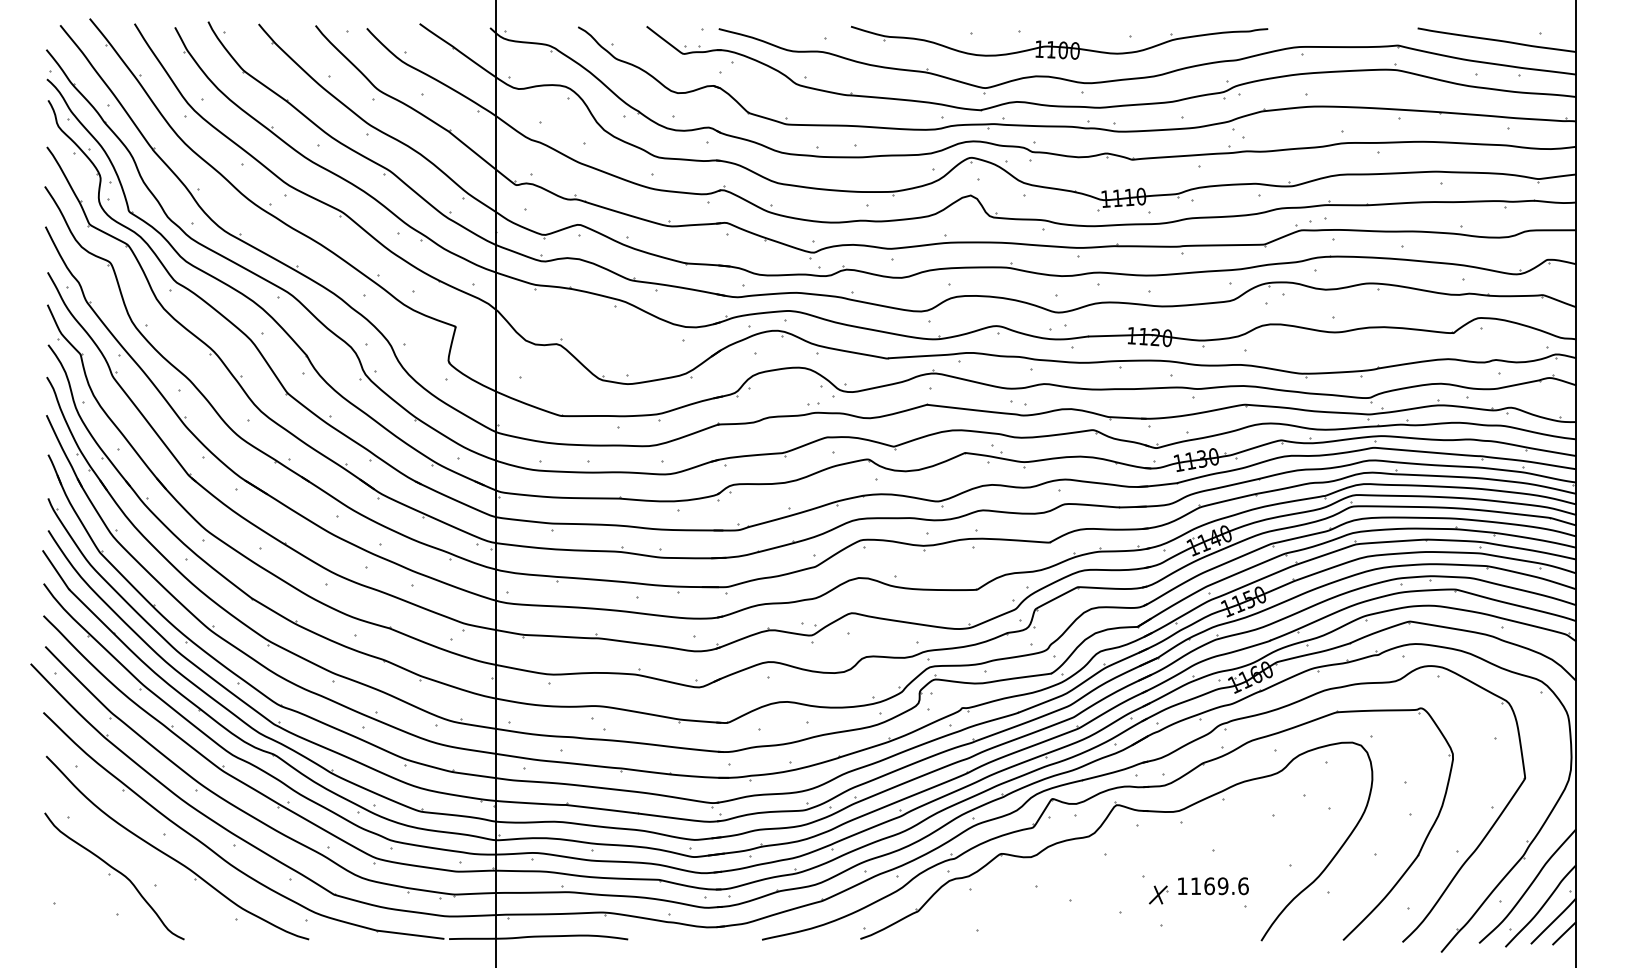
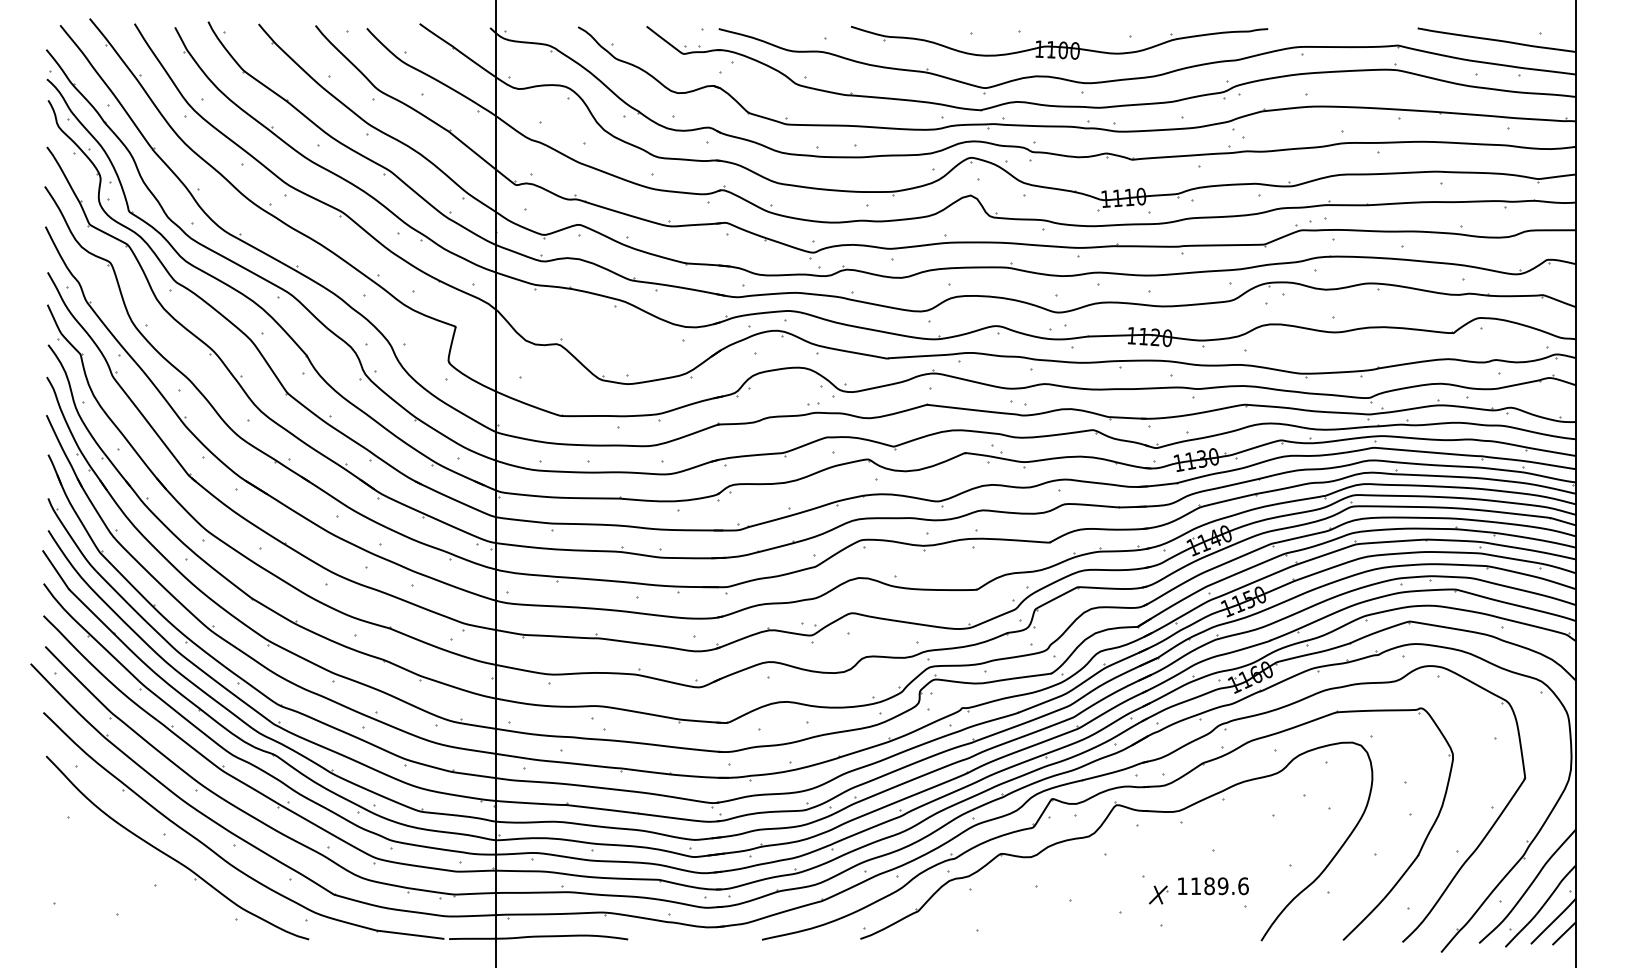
part at (114, 876): present -> none
text at (1209, 885): 1169.6 -> 1189.6
